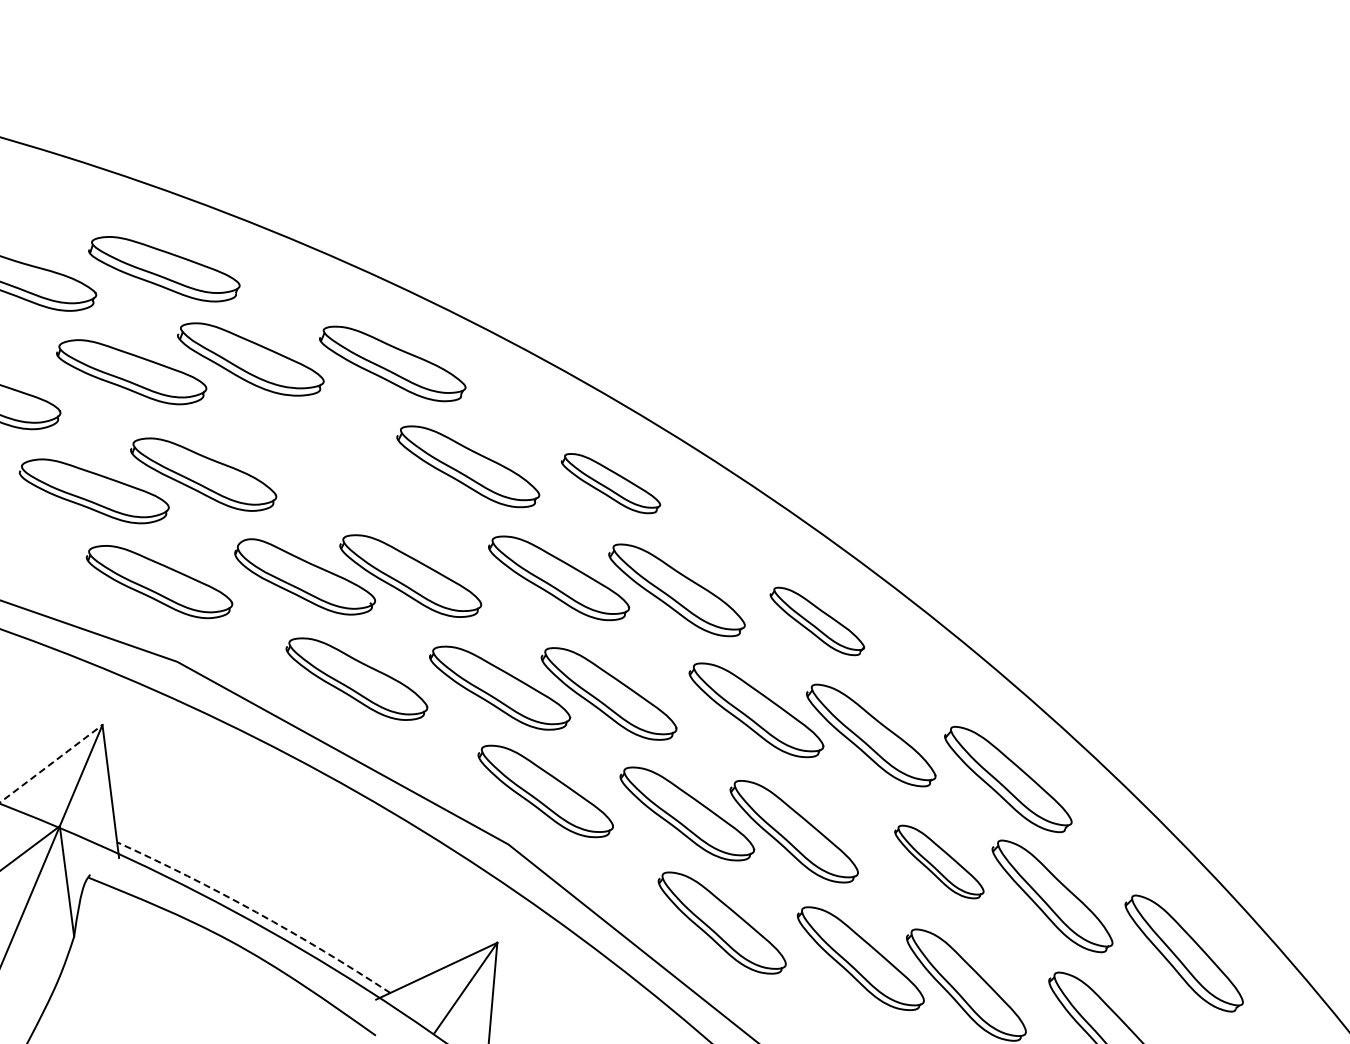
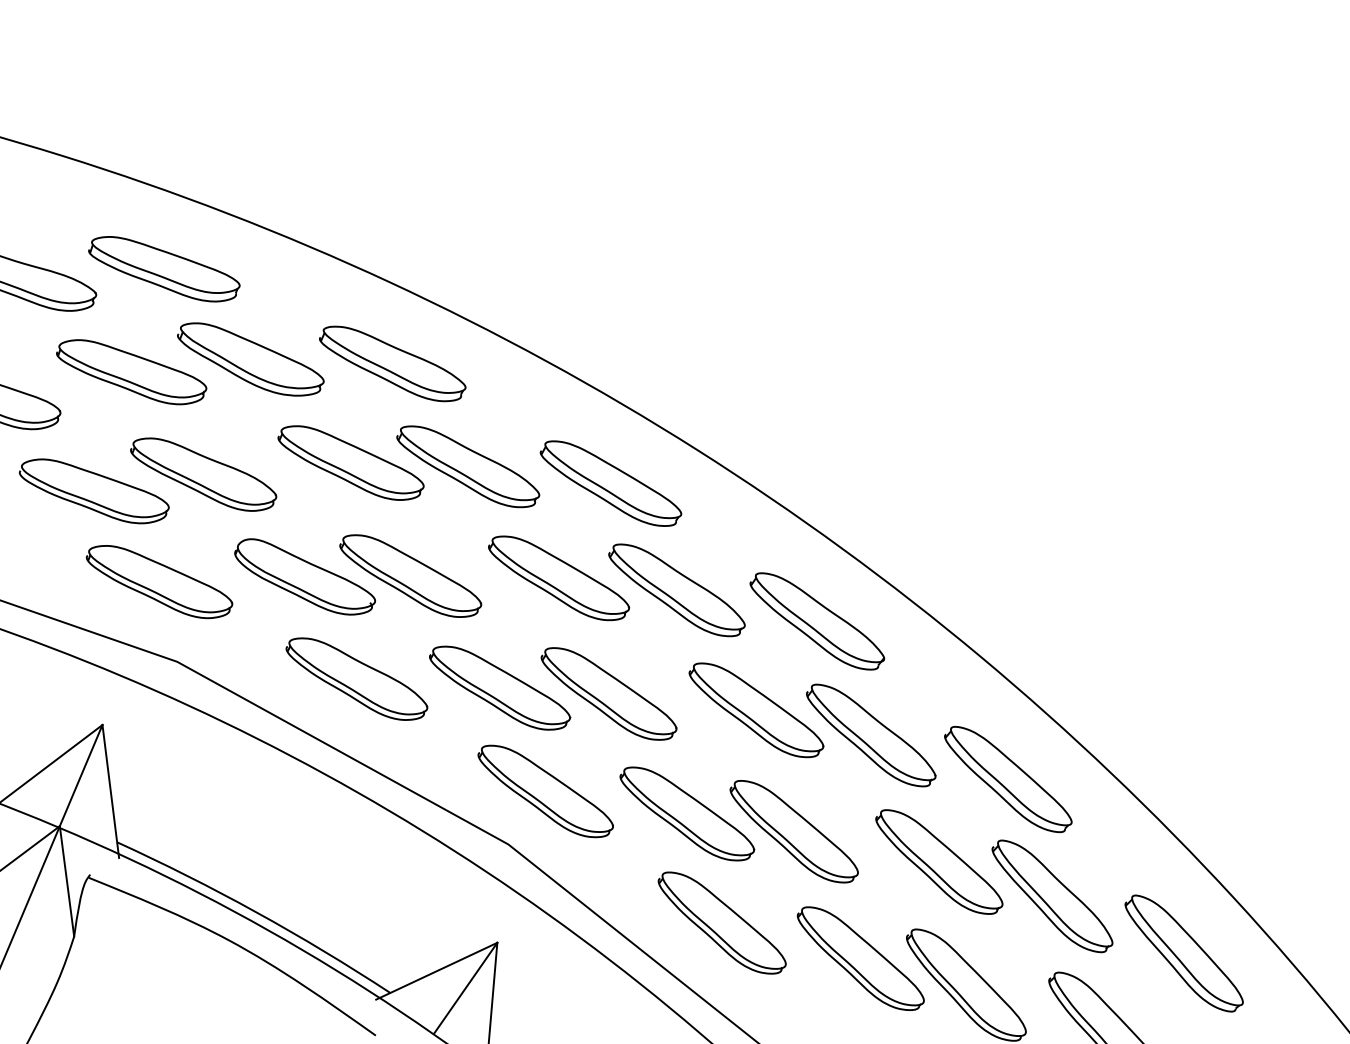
part at (350, 462): none -> present
part at (611, 483) size: 101x62 px -> 144x87 px
part at (817, 621) size: 97x71 px -> 137x99 px
line at (51, 763): dashed -> solid
part at (939, 861) size: 91x76 px -> 129x106 px
arc at (256, 912): dashed -> solid
